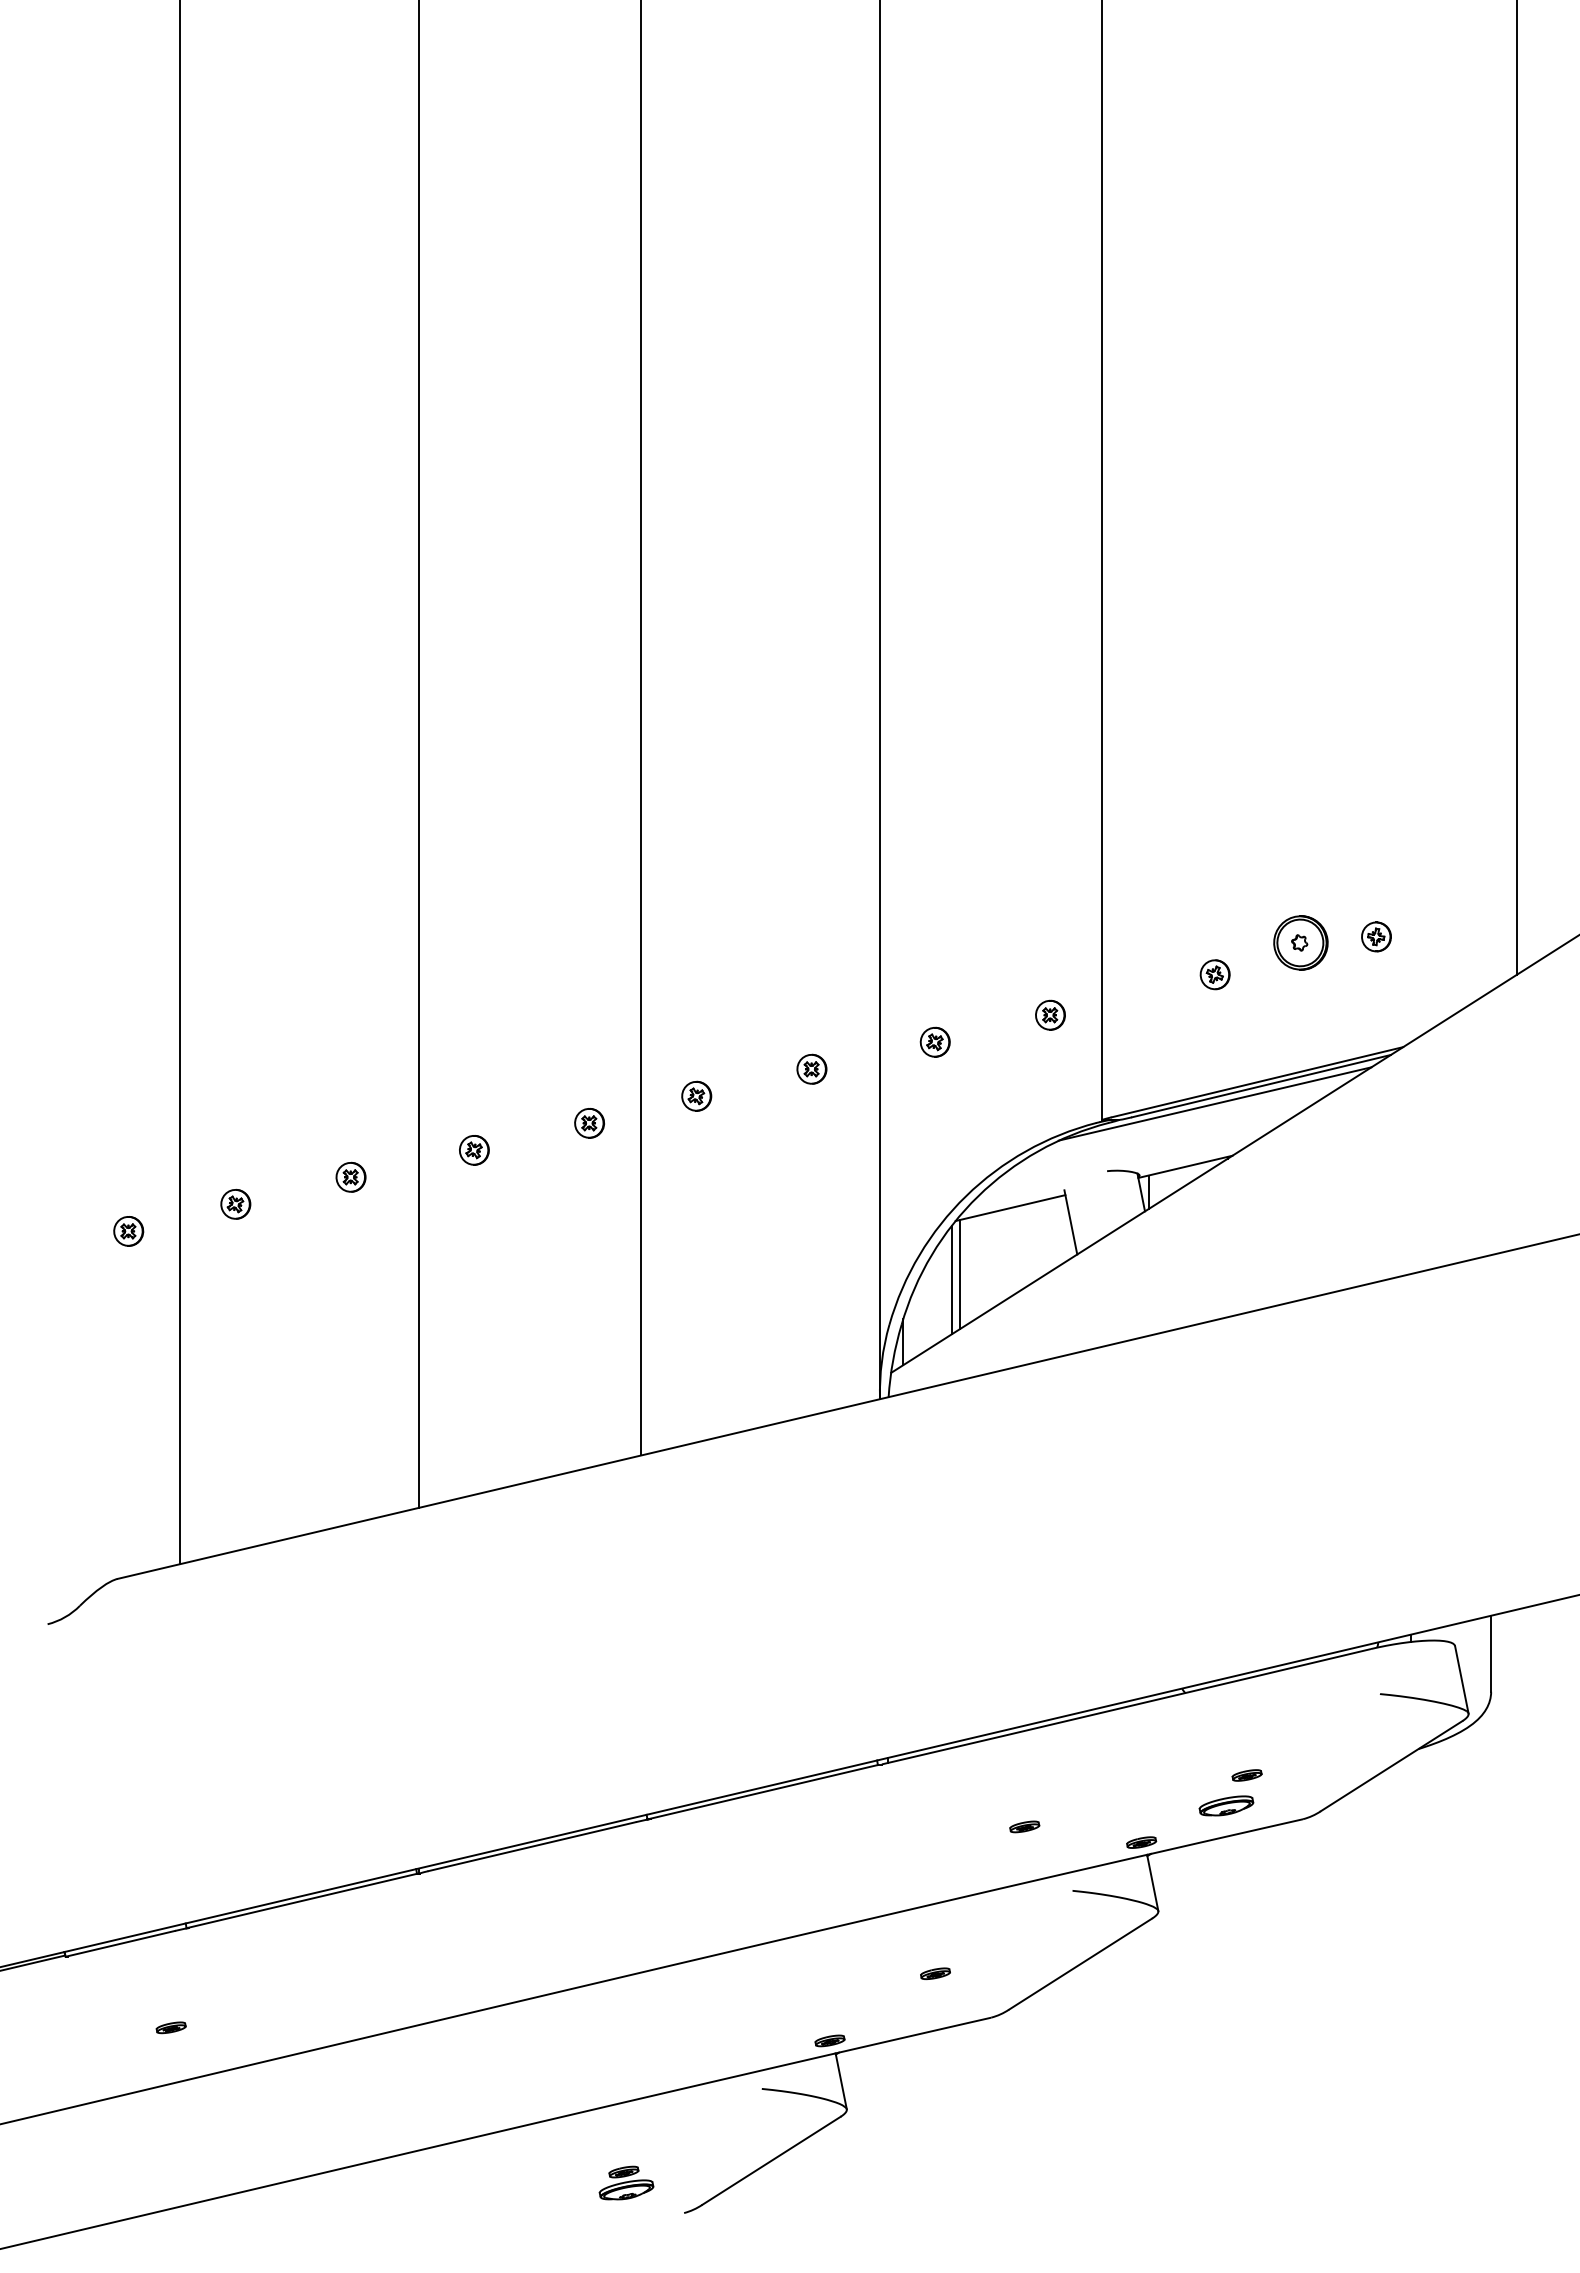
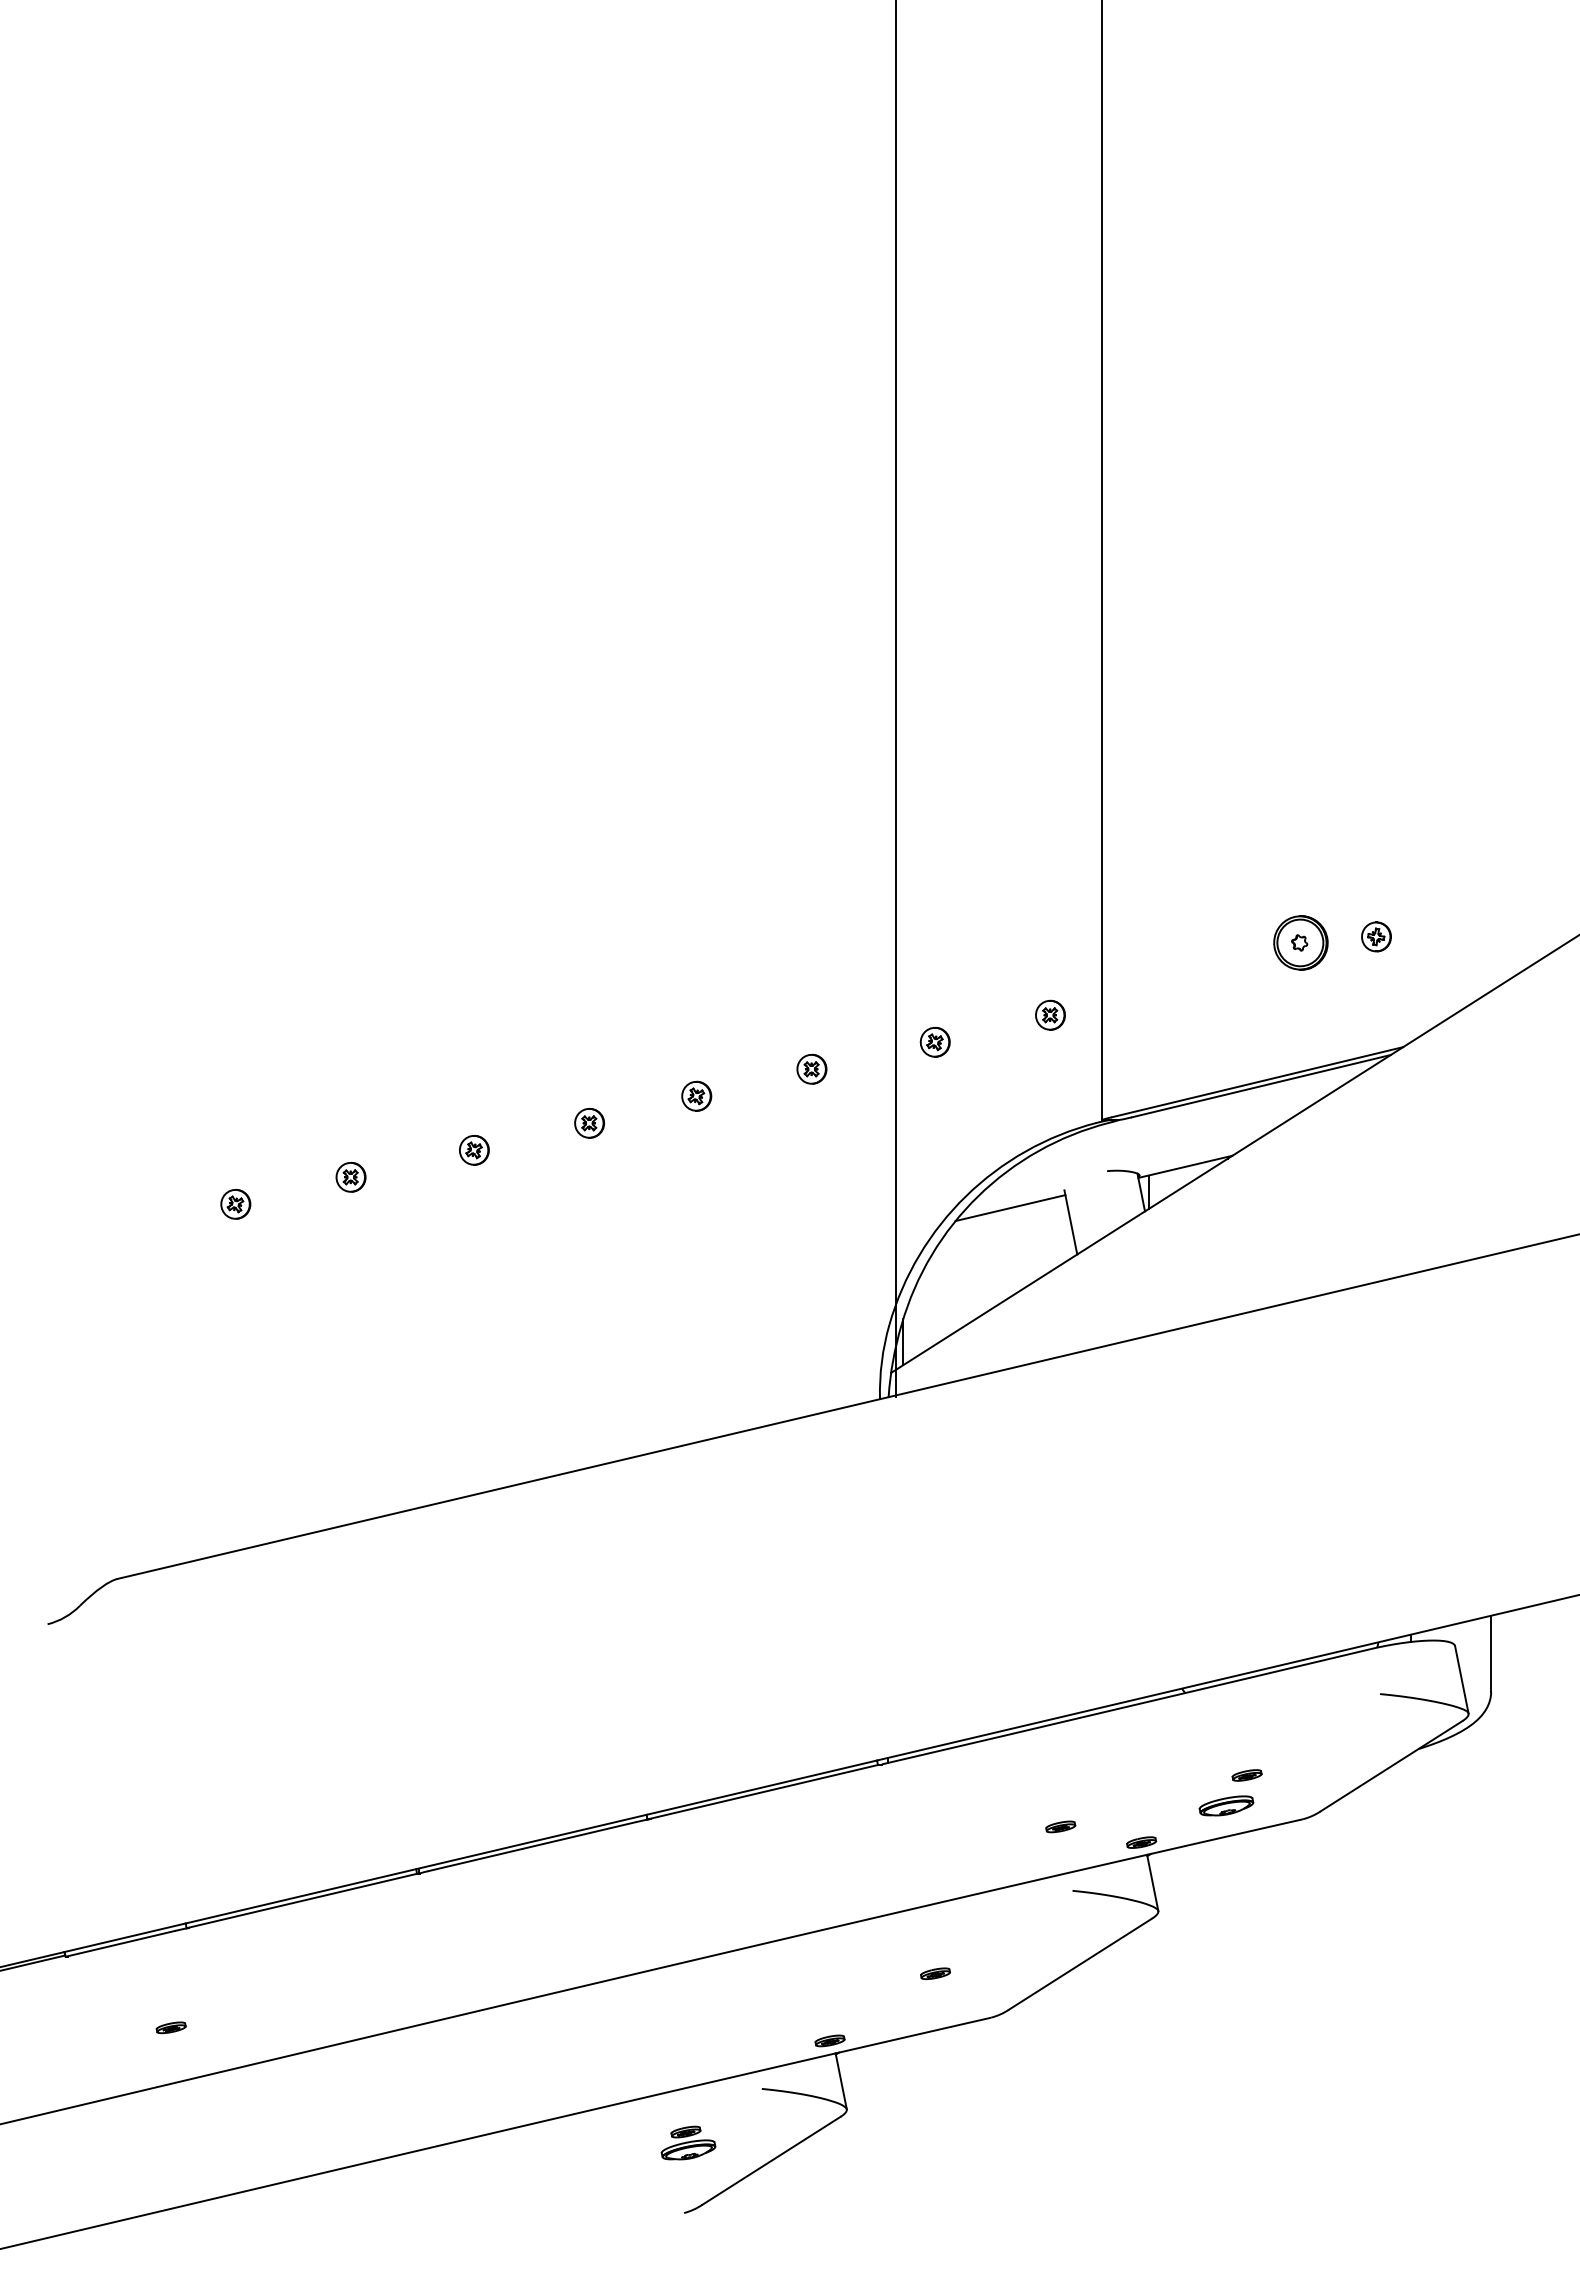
line at (1517, 488): present -> none
line at (879, 699) position: (879, 699) -> (895, 699)
line at (641, 728): present -> none
line at (418, 754): present -> none
line at (180, 783): present -> none
part at (1214, 974): present -> none
line at (1214, 1103): present -> none
part at (128, 1231): present -> none
line at (959, 1274): present -> none
line at (952, 1279): present -> none
part at (1024, 1826) position: (1024, 1826) -> (1060, 1826)
part at (626, 2182) position: (626, 2182) -> (688, 2142)
